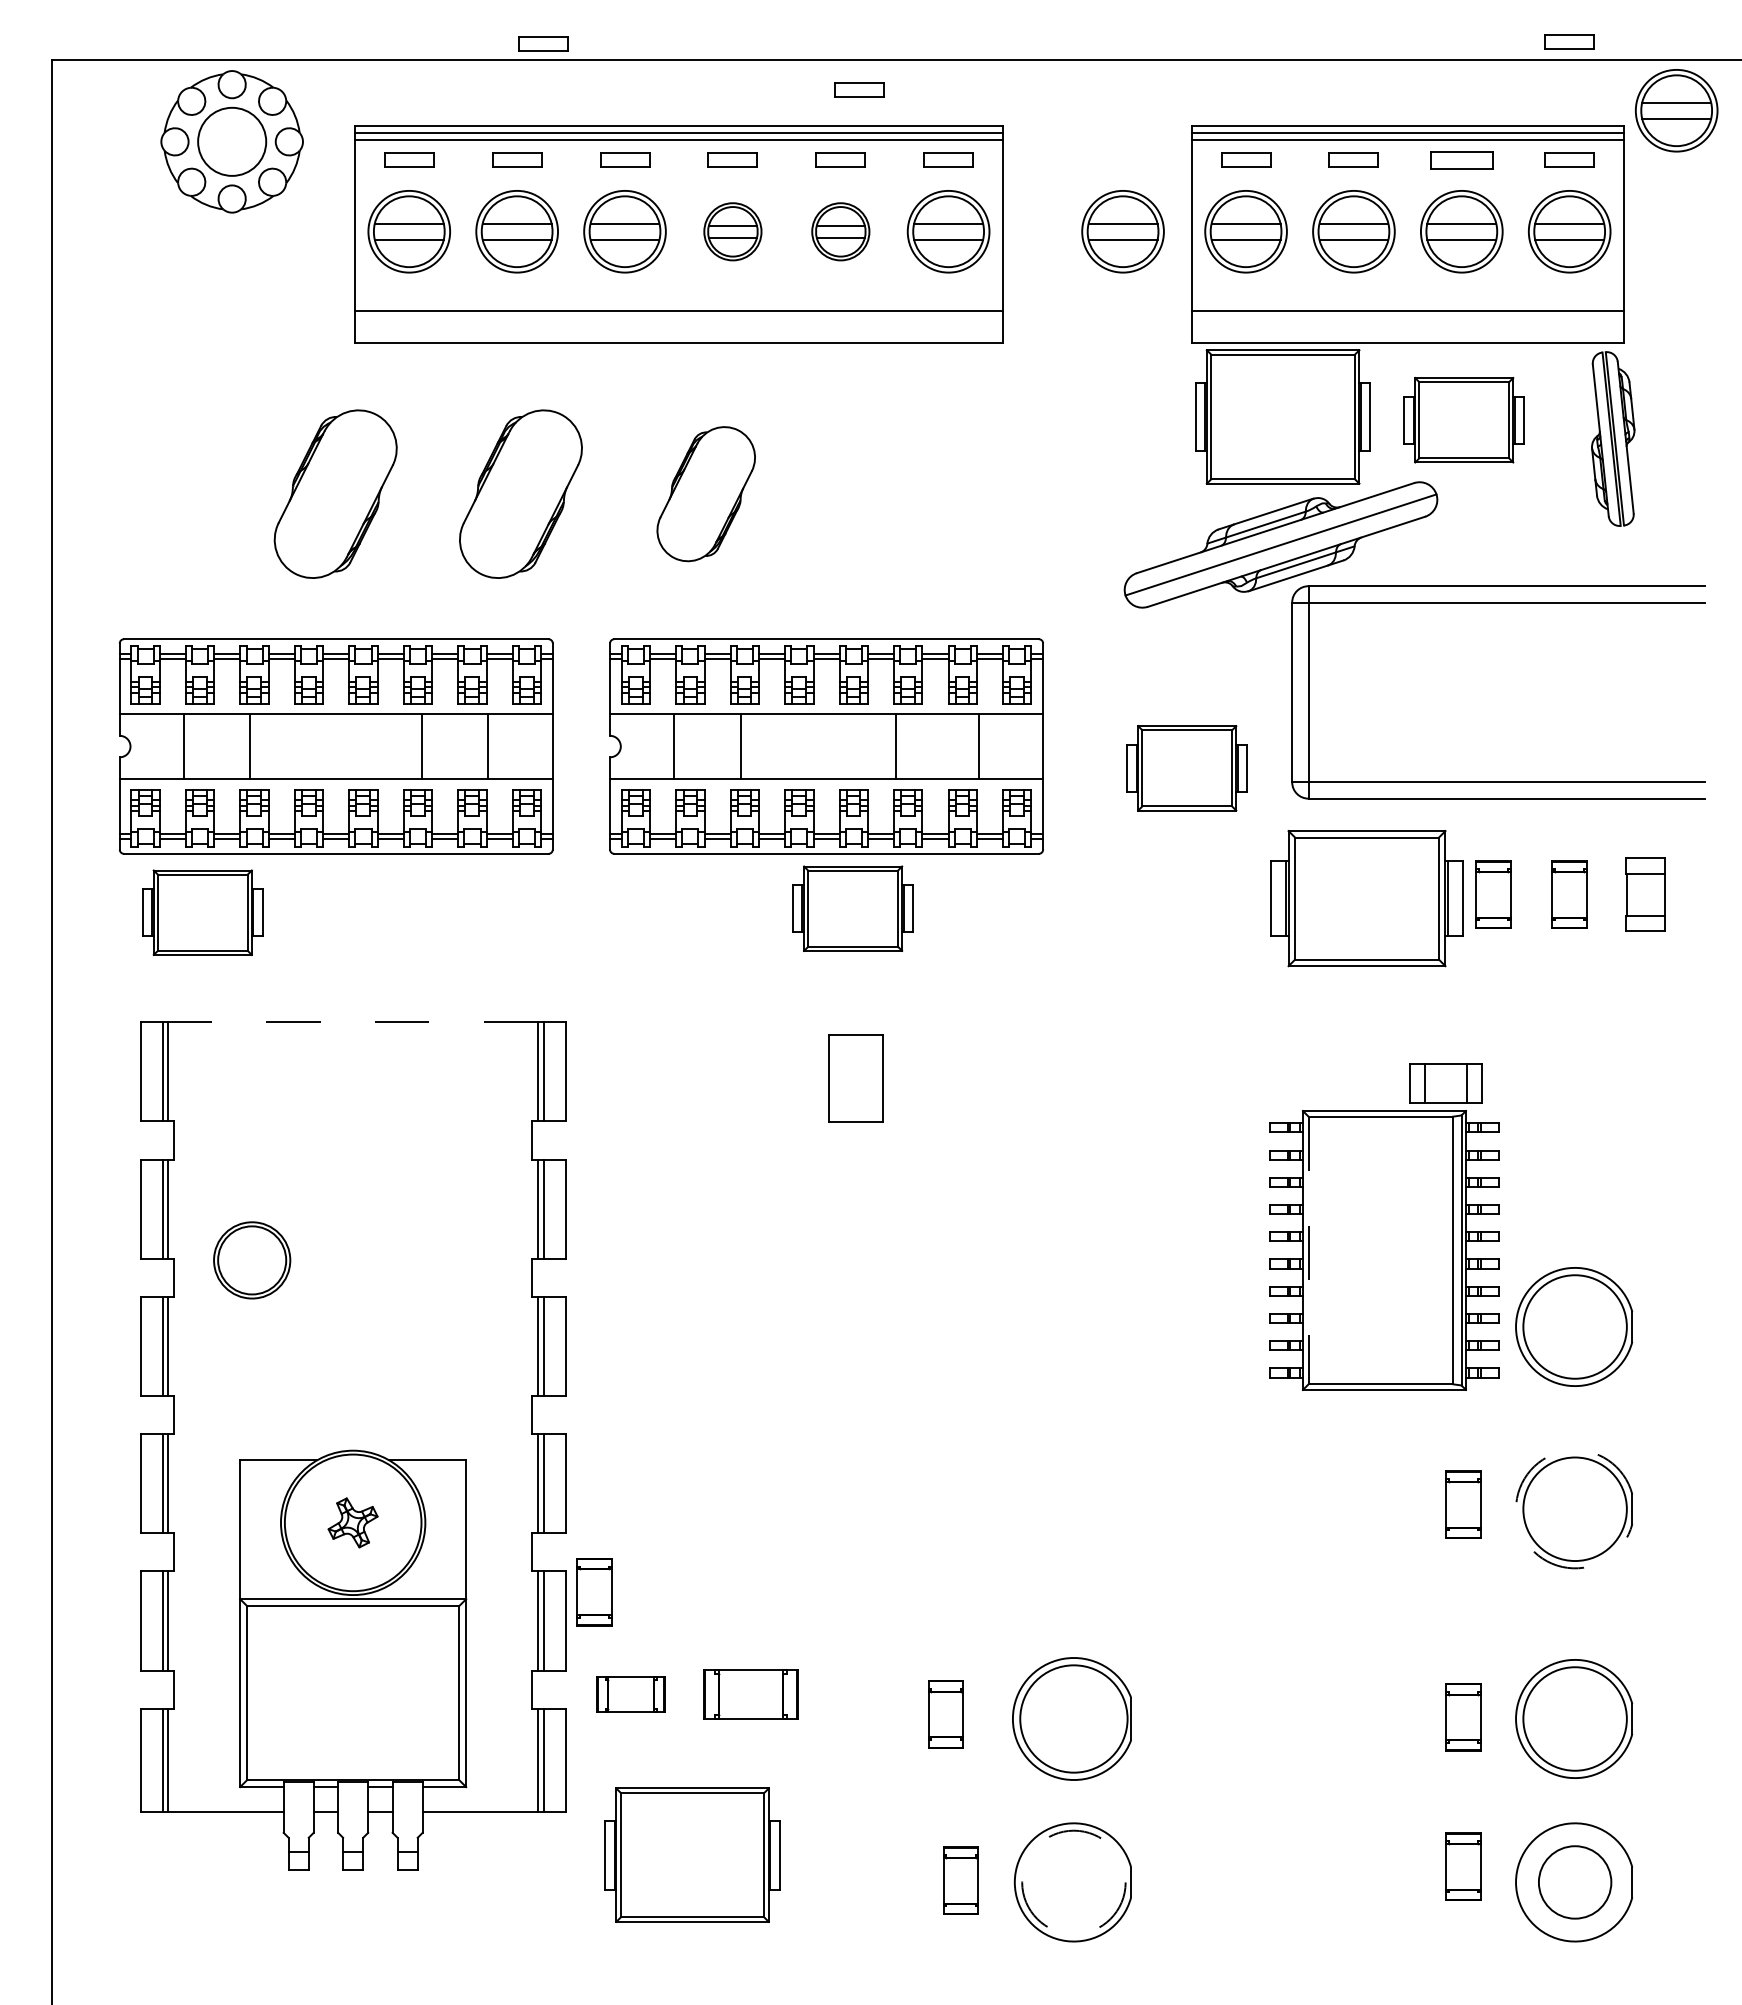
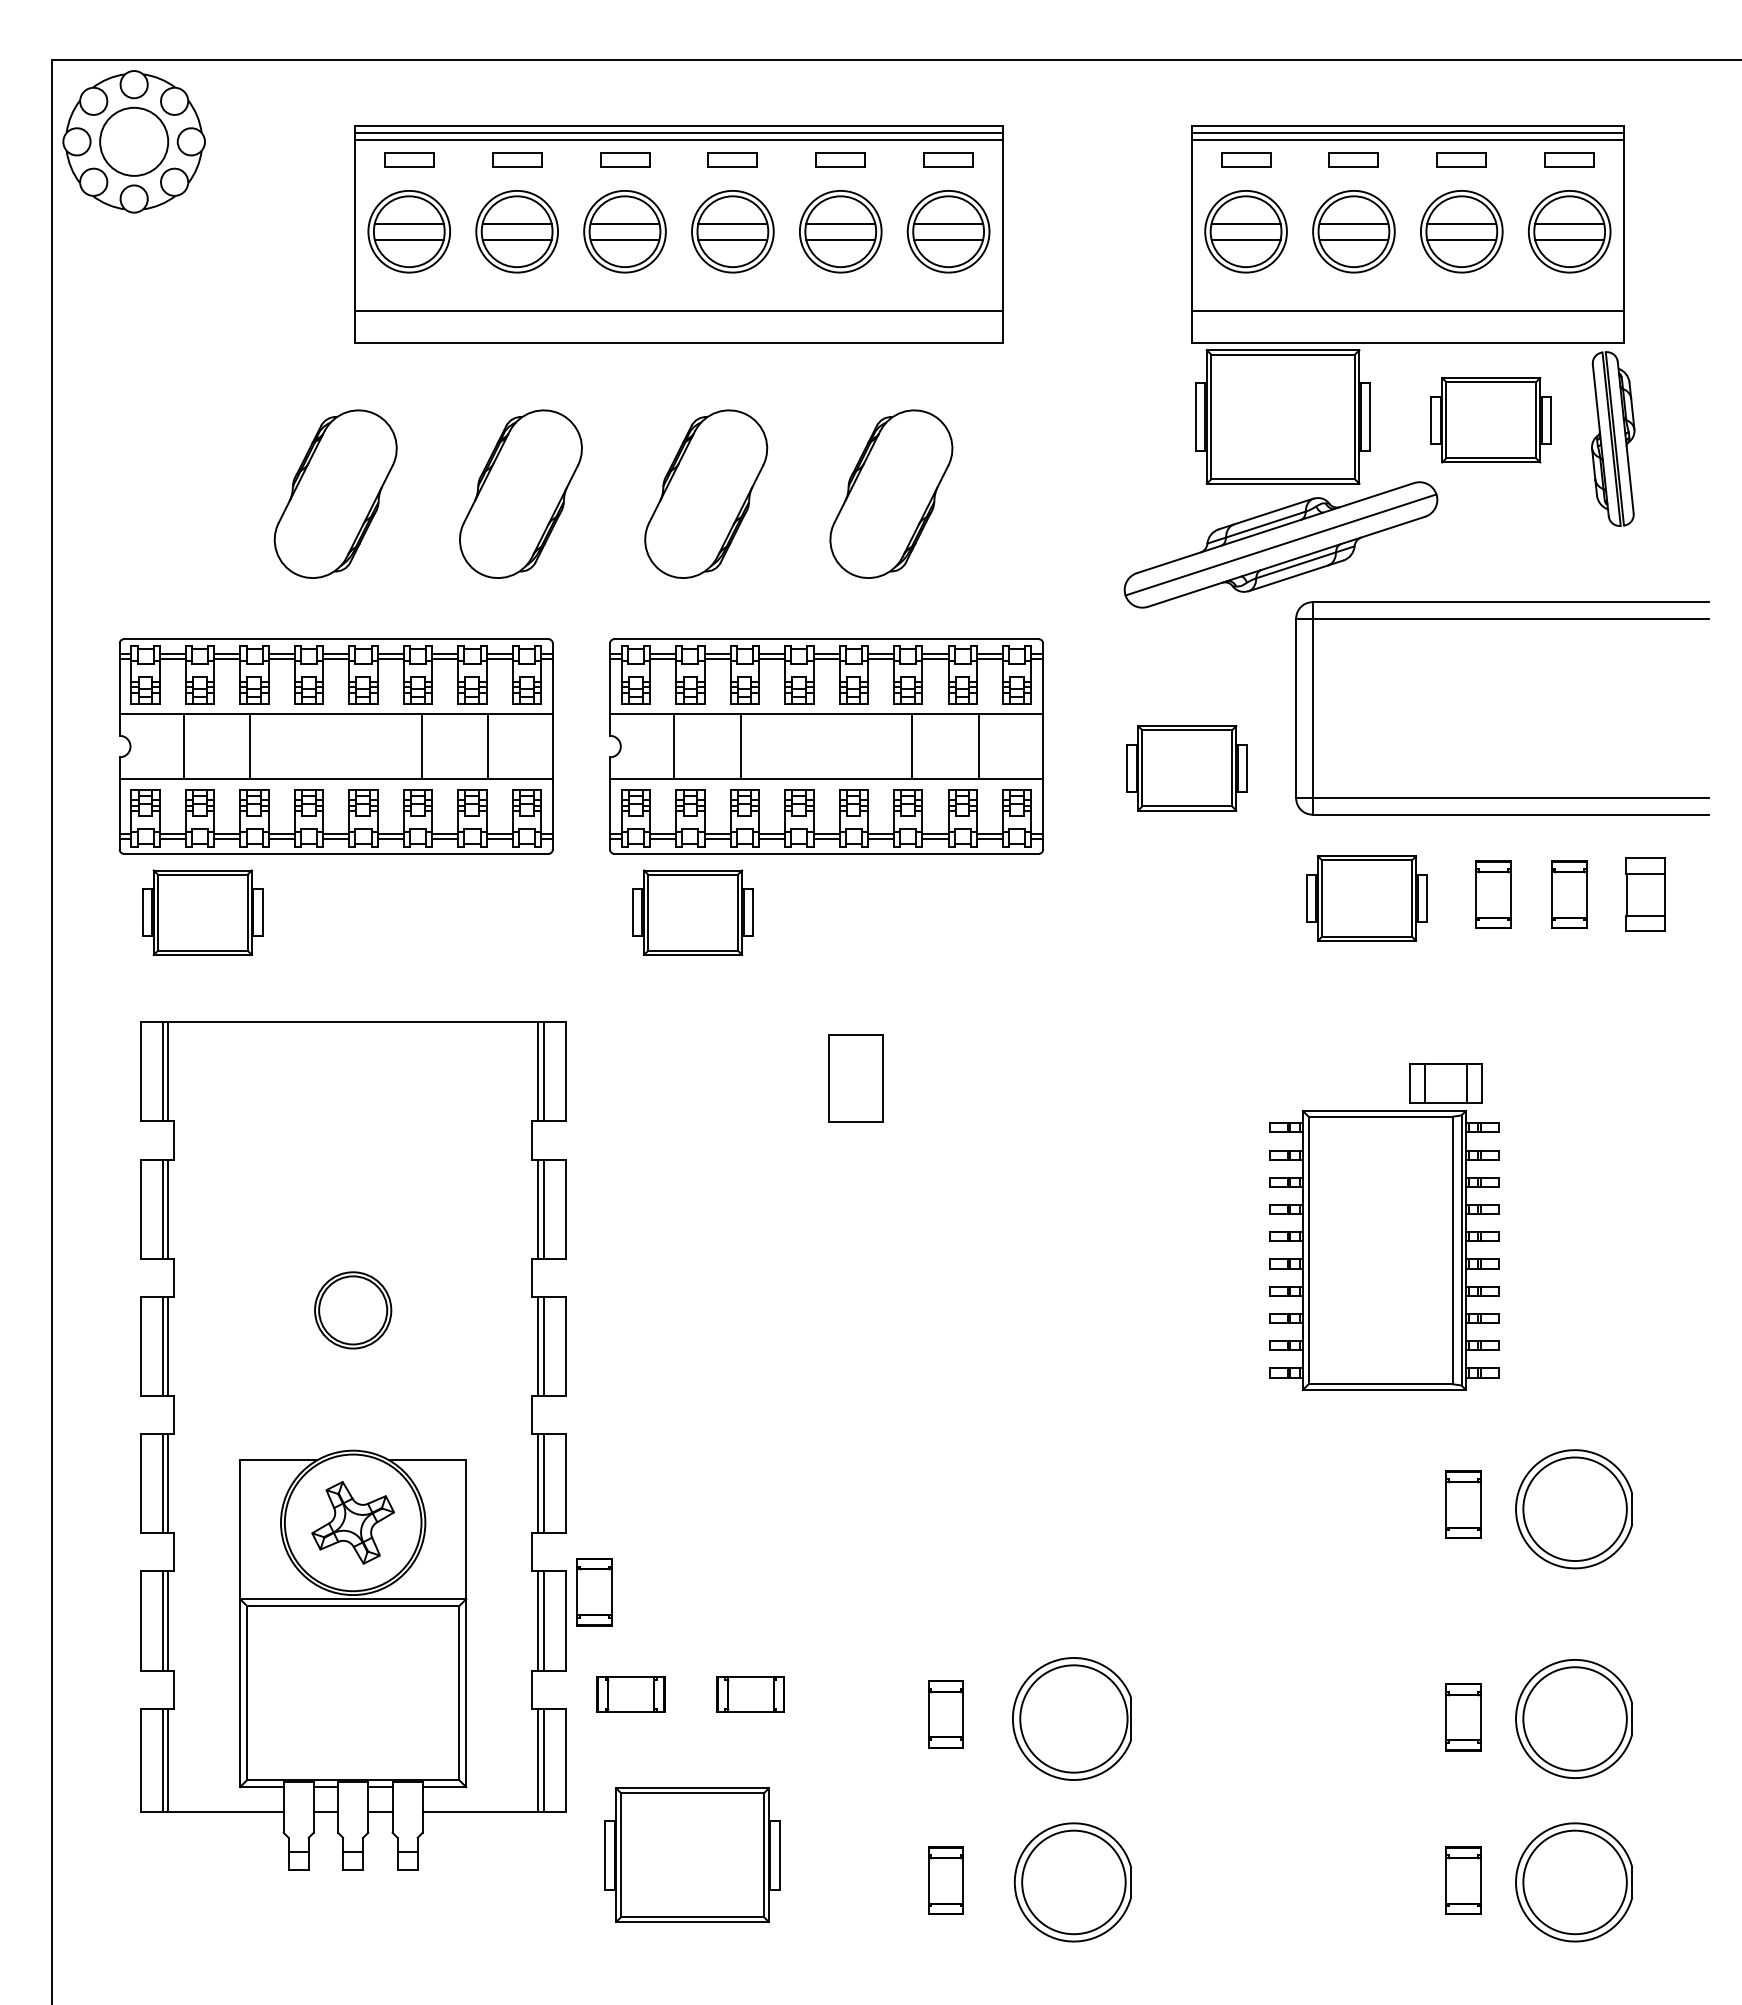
part at (1569, 41): present -> none
part at (543, 43): present -> none
part at (859, 89): present -> none
part at (1676, 110): present -> none
part at (231, 141) position: (231, 141) -> (133, 141)
part at (1461, 160) size: 64x19 px -> 51x16 px
part at (732, 231) size: 60x60 px -> 84x84 px
part at (840, 231) size: 60x60 px -> 84x84 px
part at (1122, 231): present -> none
part at (1463, 420) position: (1463, 420) -> (1490, 420)
part at (891, 493): none -> present
part at (705, 494) size: 100x137 px -> 125x170 px
part at (1498, 603) position: (1498, 603) -> (1502, 619)
line at (896, 746) position: (896, 746) -> (912, 746)
part at (1366, 898) size: 194x138 px -> 122x87 px
part at (852, 908) position: (852, 908) -> (692, 912)
line at (352, 1021): dashed -> solid
line at (1308, 1250): dashed -> solid
part at (252, 1260) position: (252, 1260) -> (353, 1310)
part at (1574, 1326): present -> none
arc at (1516, 1509): dashed -> solid
part at (352, 1522) size: 52x52 px -> 84x84 px
part at (750, 1694) size: 96x51 px -> 69x37 px
part at (1463, 1866) position: (1463, 1866) -> (1463, 1880)
part at (960, 1880) position: (960, 1880) -> (945, 1880)
circle at (1073, 1882): dashed -> solid
circle at (1574, 1882) diameter: 72 px -> 104 px
